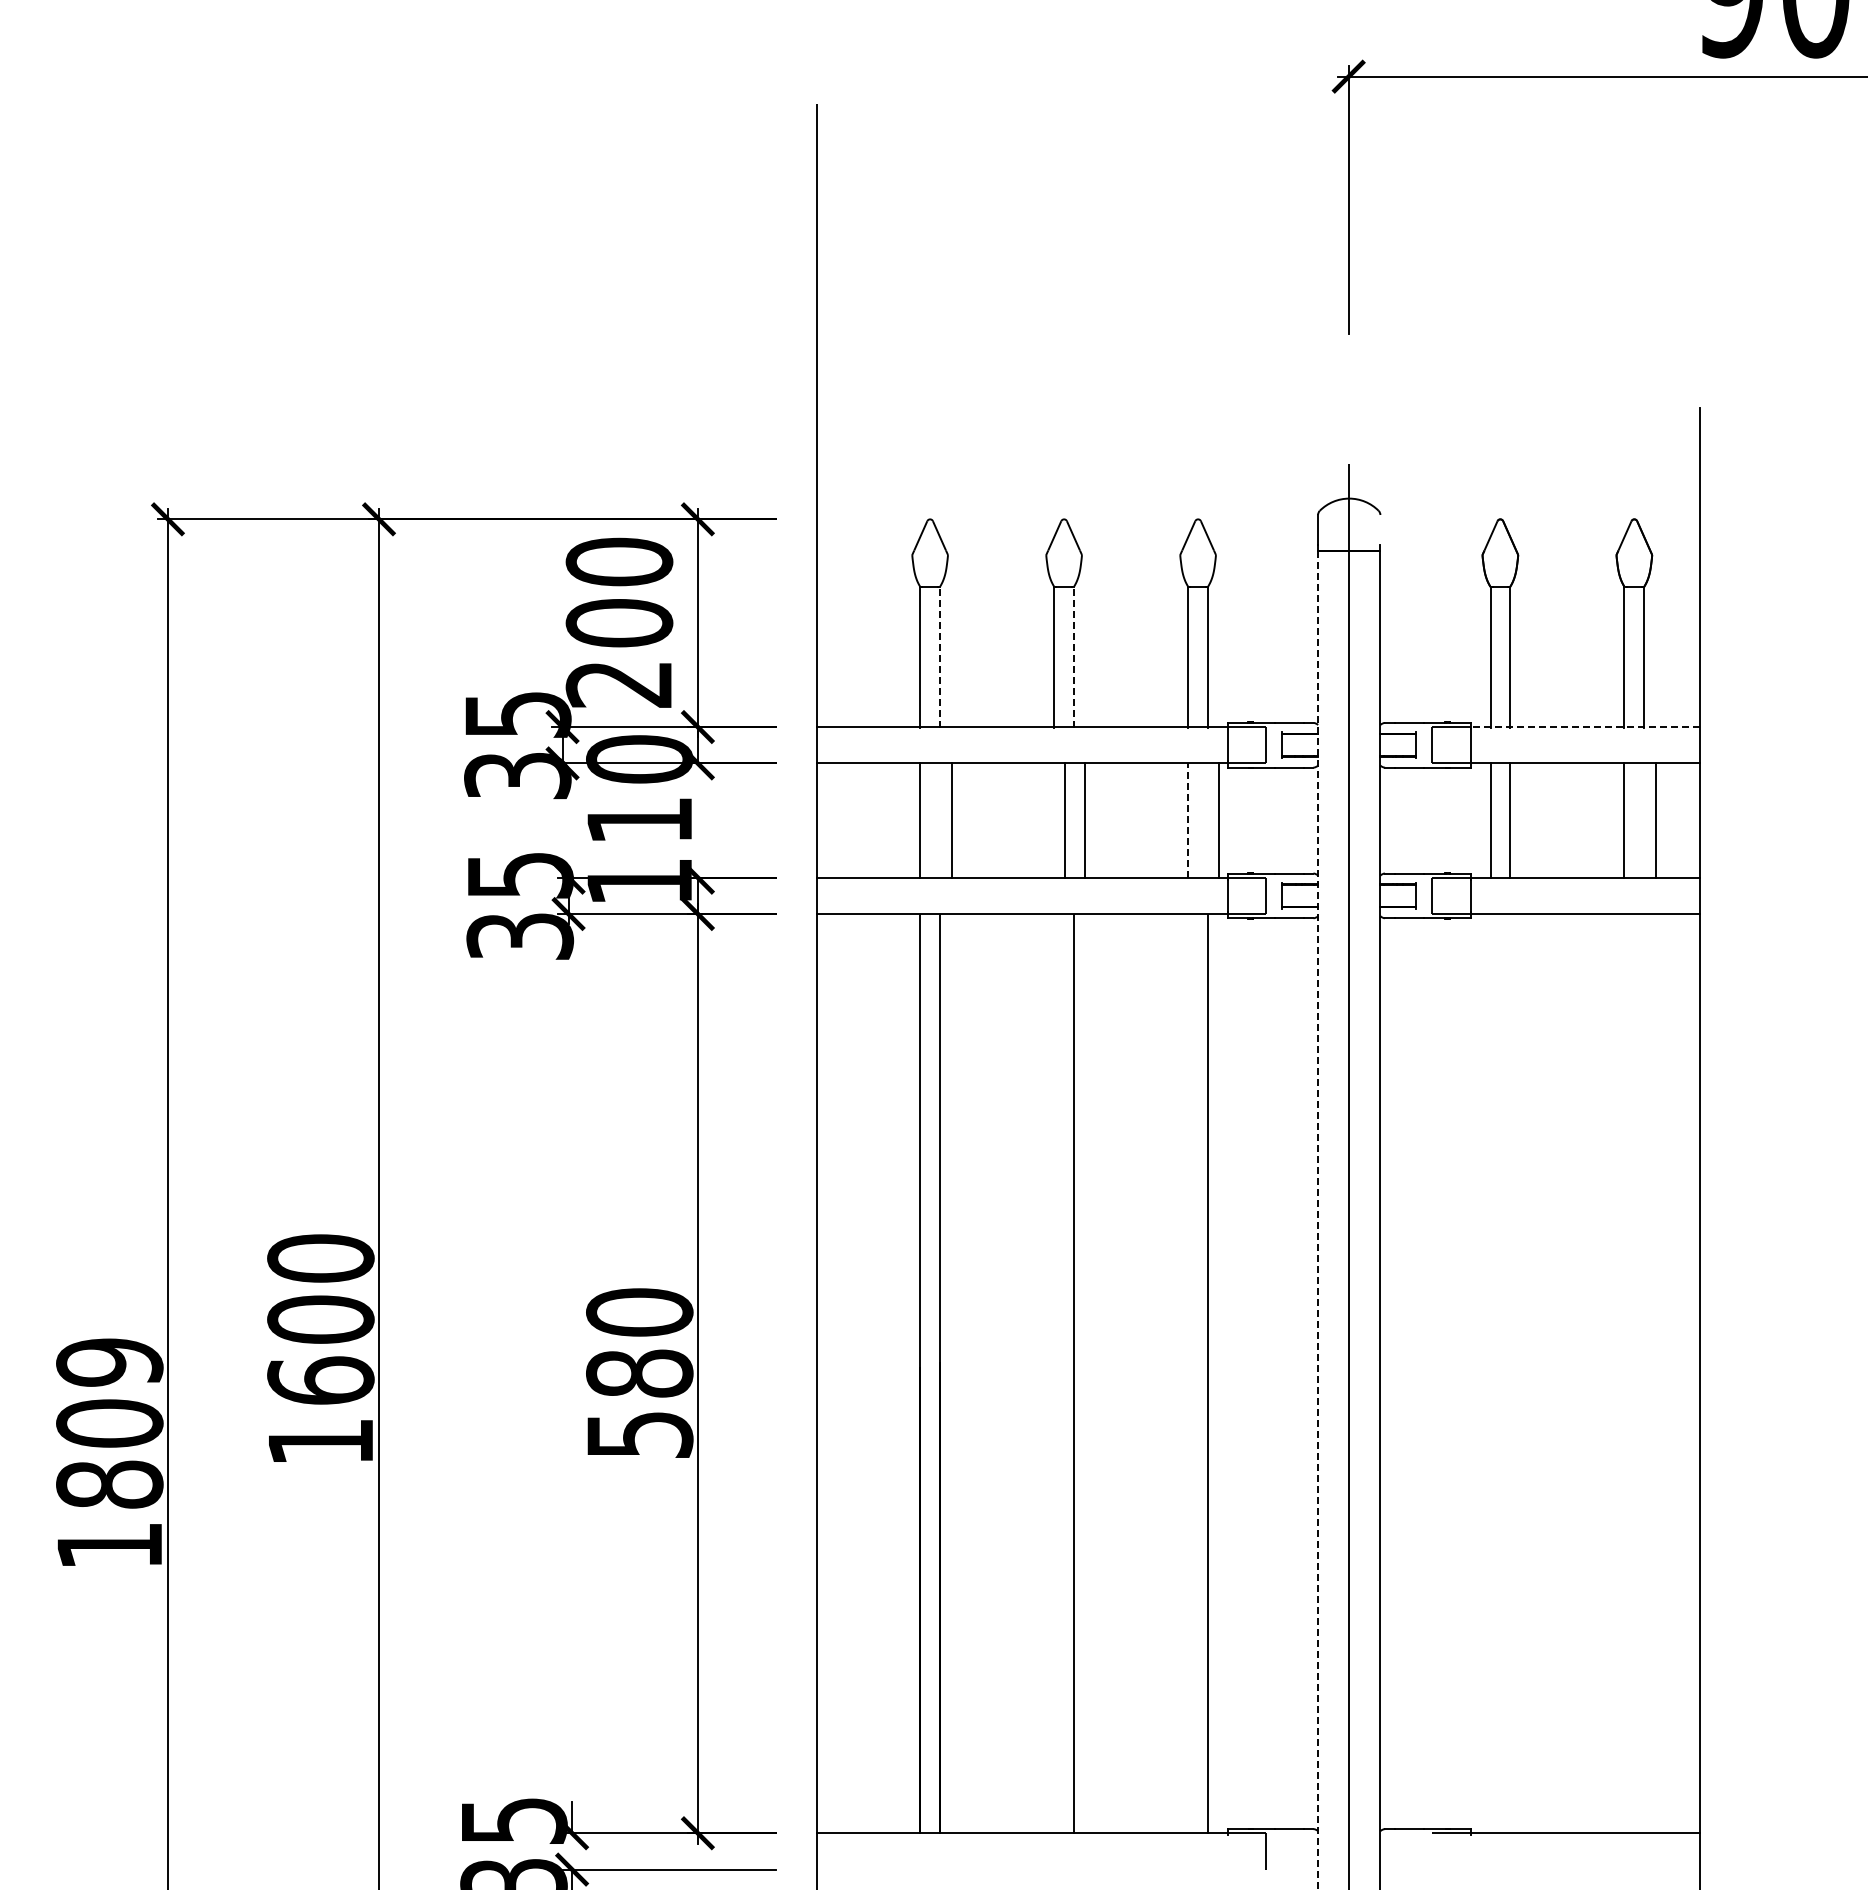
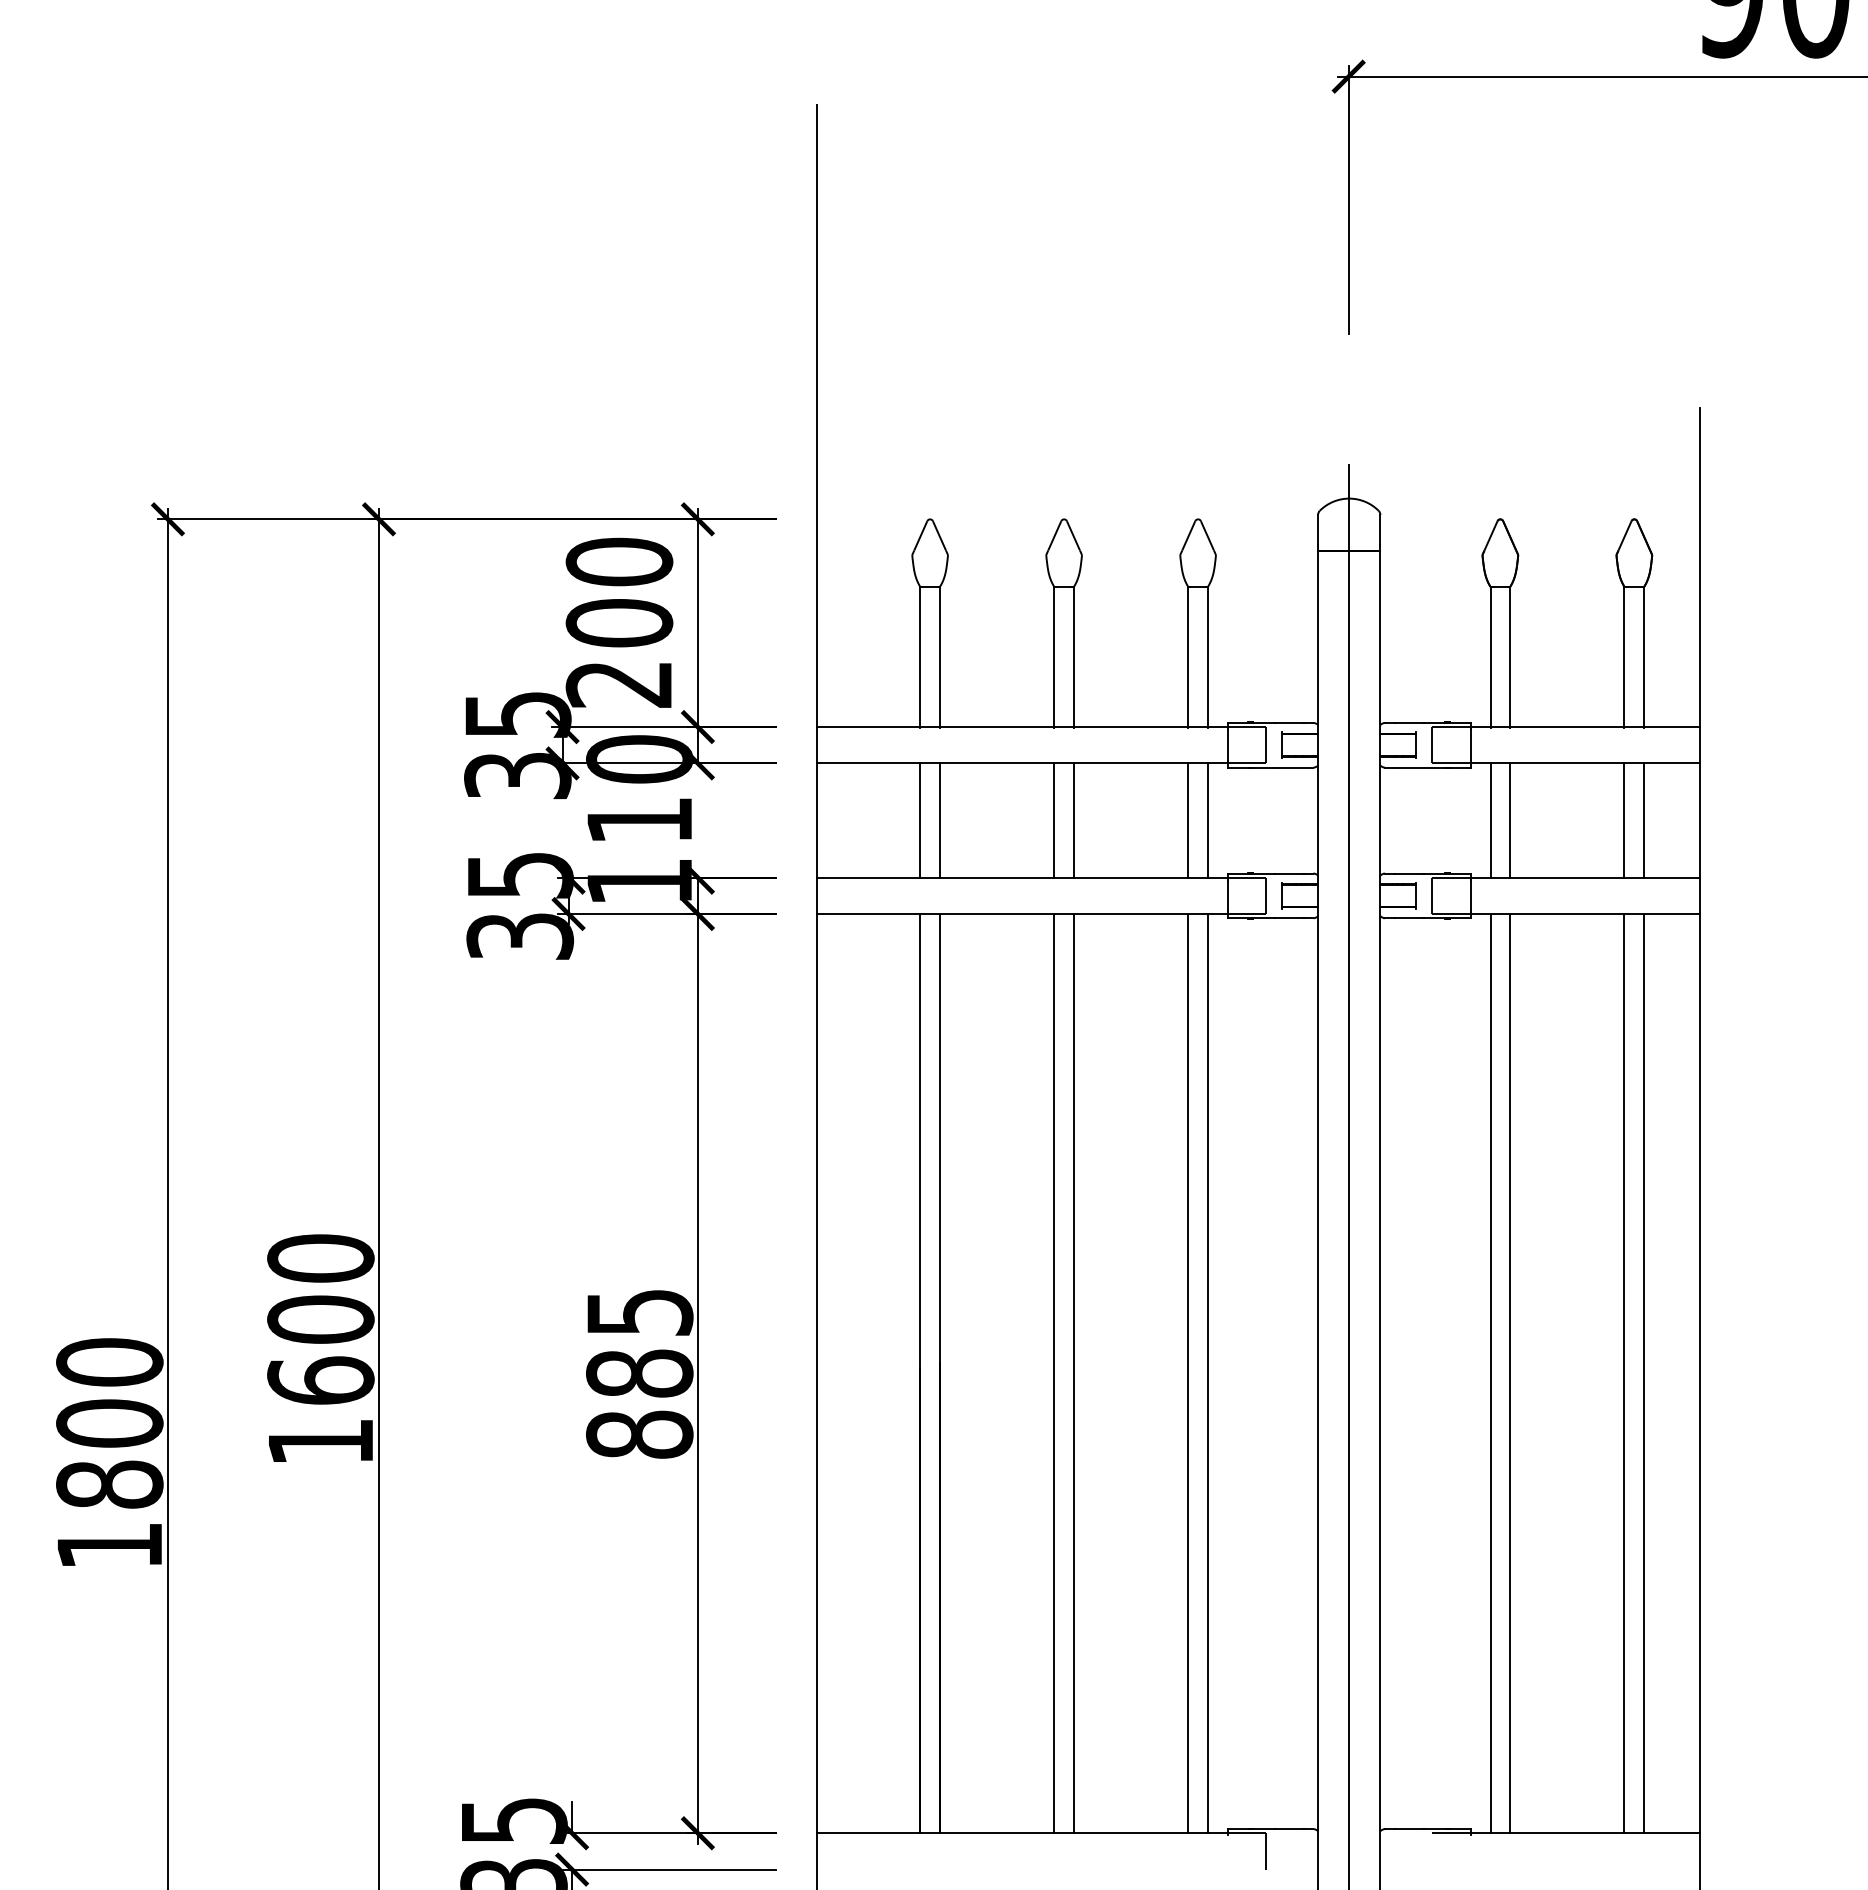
line at (1380, 530): none -> present
line at (940, 656): dashed -> solid
line at (1073, 656): dashed -> solid
line at (1585, 727): dashed -> solid
line at (952, 820) position: (952, 820) -> (940, 820)
line at (1065, 820) position: (1065, 820) -> (1054, 820)
line at (1084, 820) position: (1084, 820) -> (1073, 820)
line at (1188, 820): dashed -> solid
line at (1218, 820) position: (1218, 820) -> (1207, 820)
line at (1656, 820) position: (1656, 820) -> (1644, 820)
line at (1318, 1220): dashed -> solid
text at (109, 1362): 1809 -> 1800
text at (639, 1373): 580 -> 885
line at (1054, 1373): none -> present
line at (1188, 1373): none -> present
line at (1490, 1373): none -> present
line at (1510, 1373): none -> present
line at (1624, 1373): none -> present
line at (1644, 1373): none -> present
